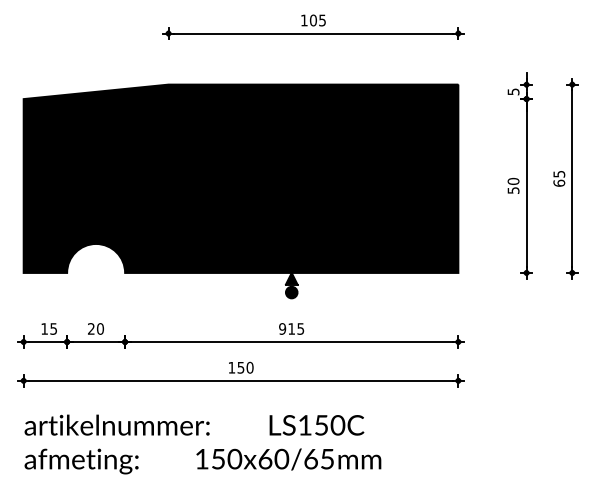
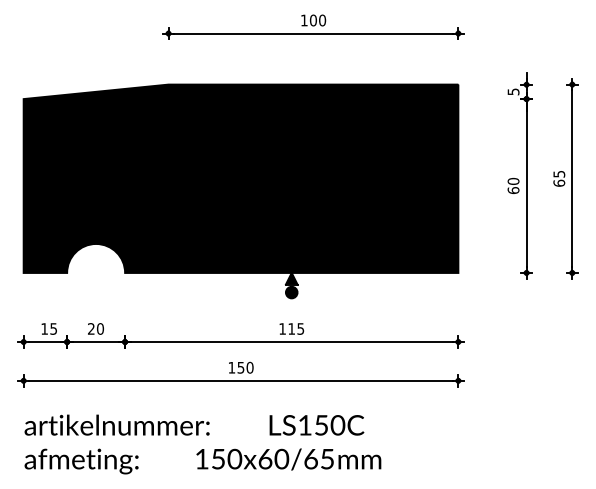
text at (322, 20): 105 -> 100
text at (513, 190): 50 -> 60
text at (282, 328): 915 -> 115
